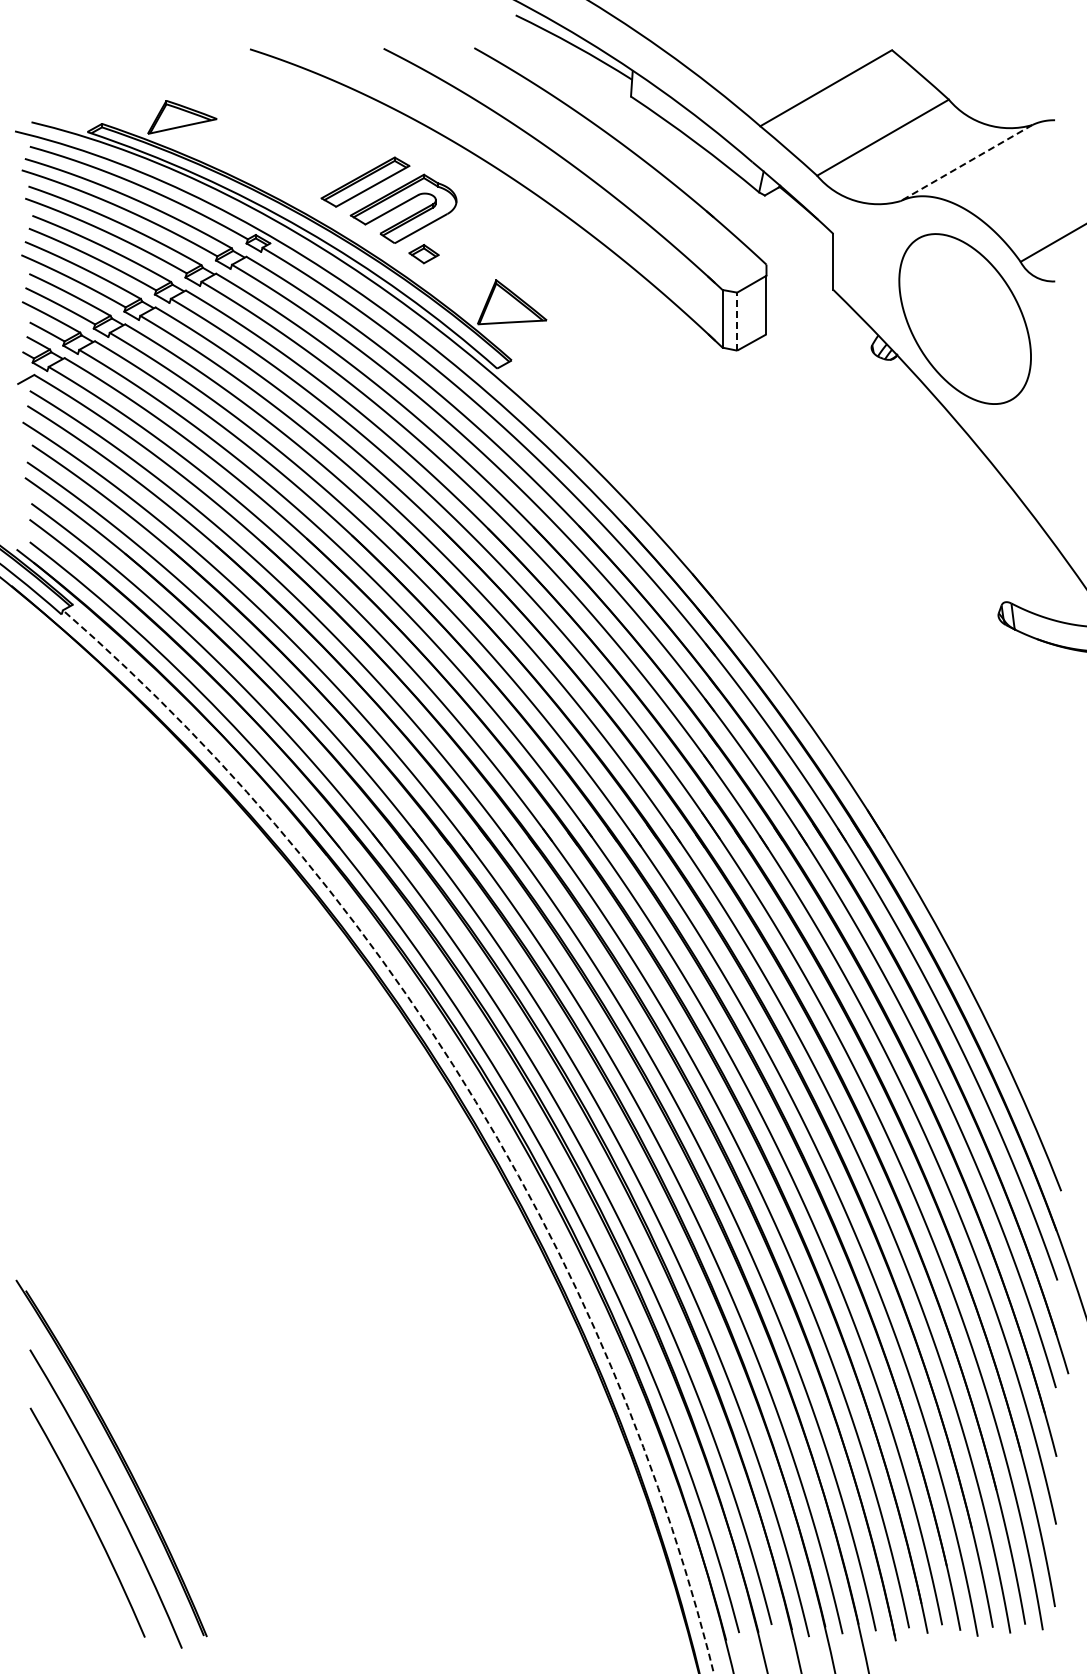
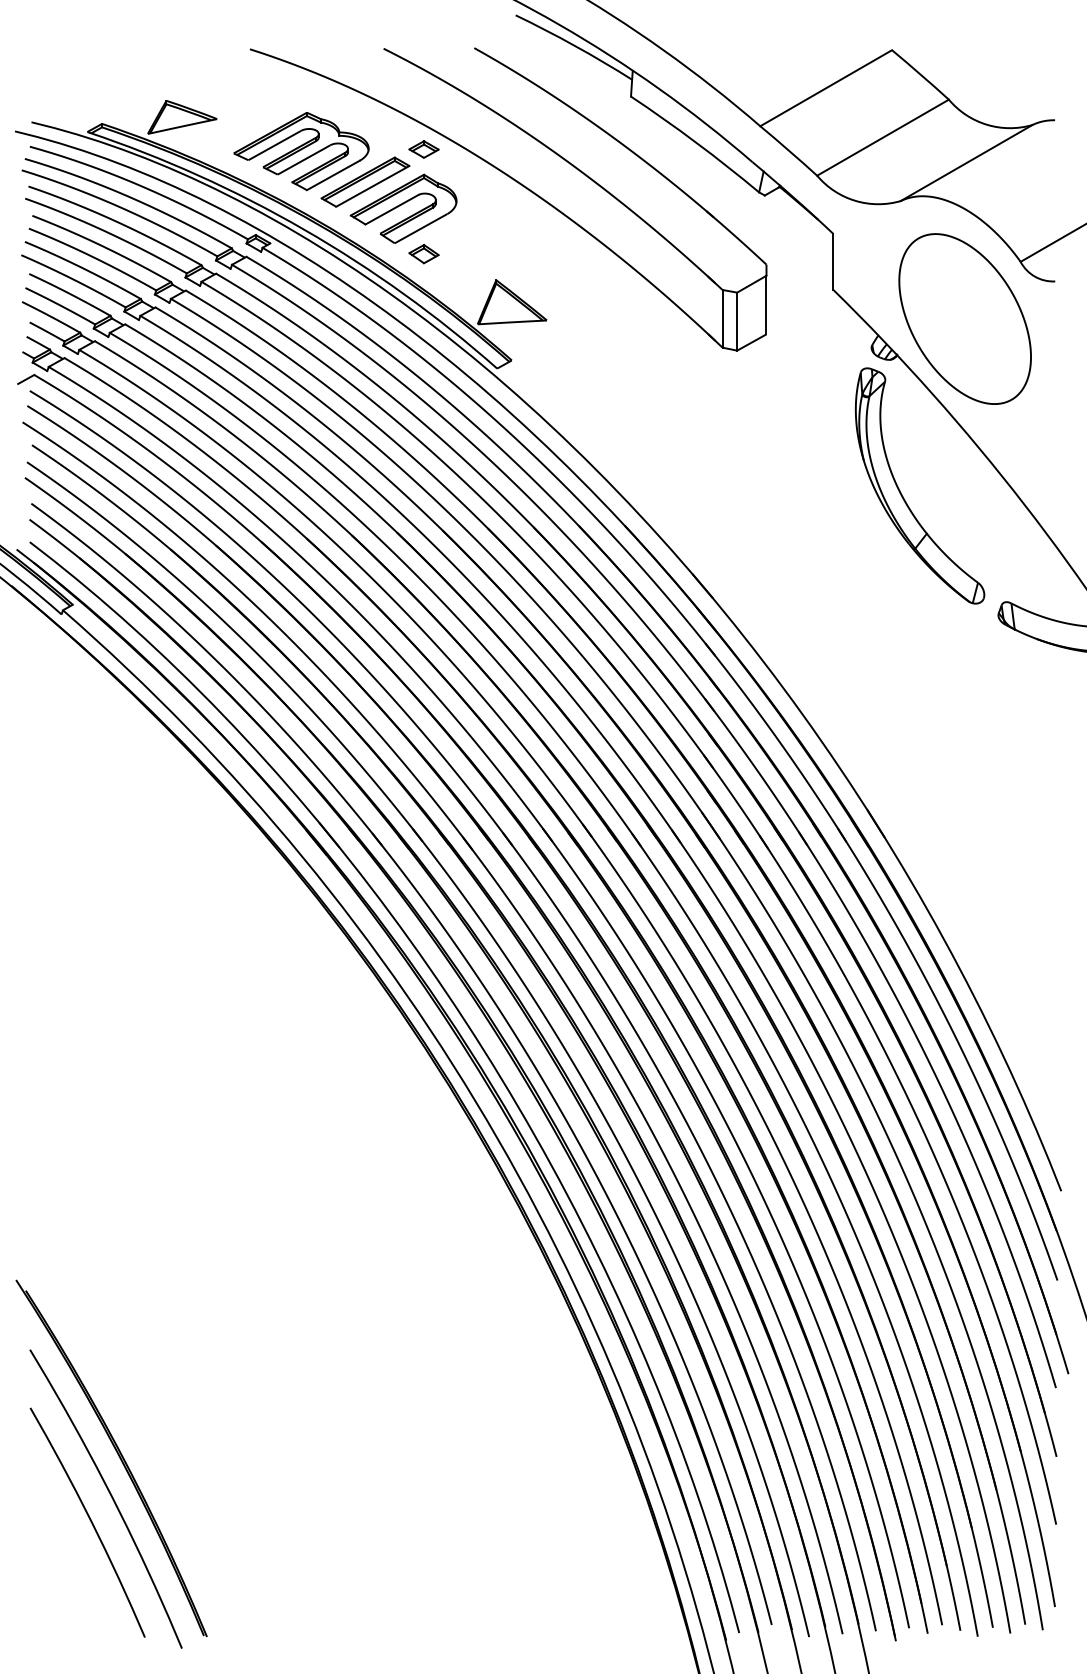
part at (423, 149): none -> present
part at (301, 151): none -> present
line at (966, 163): dashed -> solid
line at (737, 321): dashed -> solid
part at (902, 494): none -> present
arc at (469, 1091): dashed -> solid
